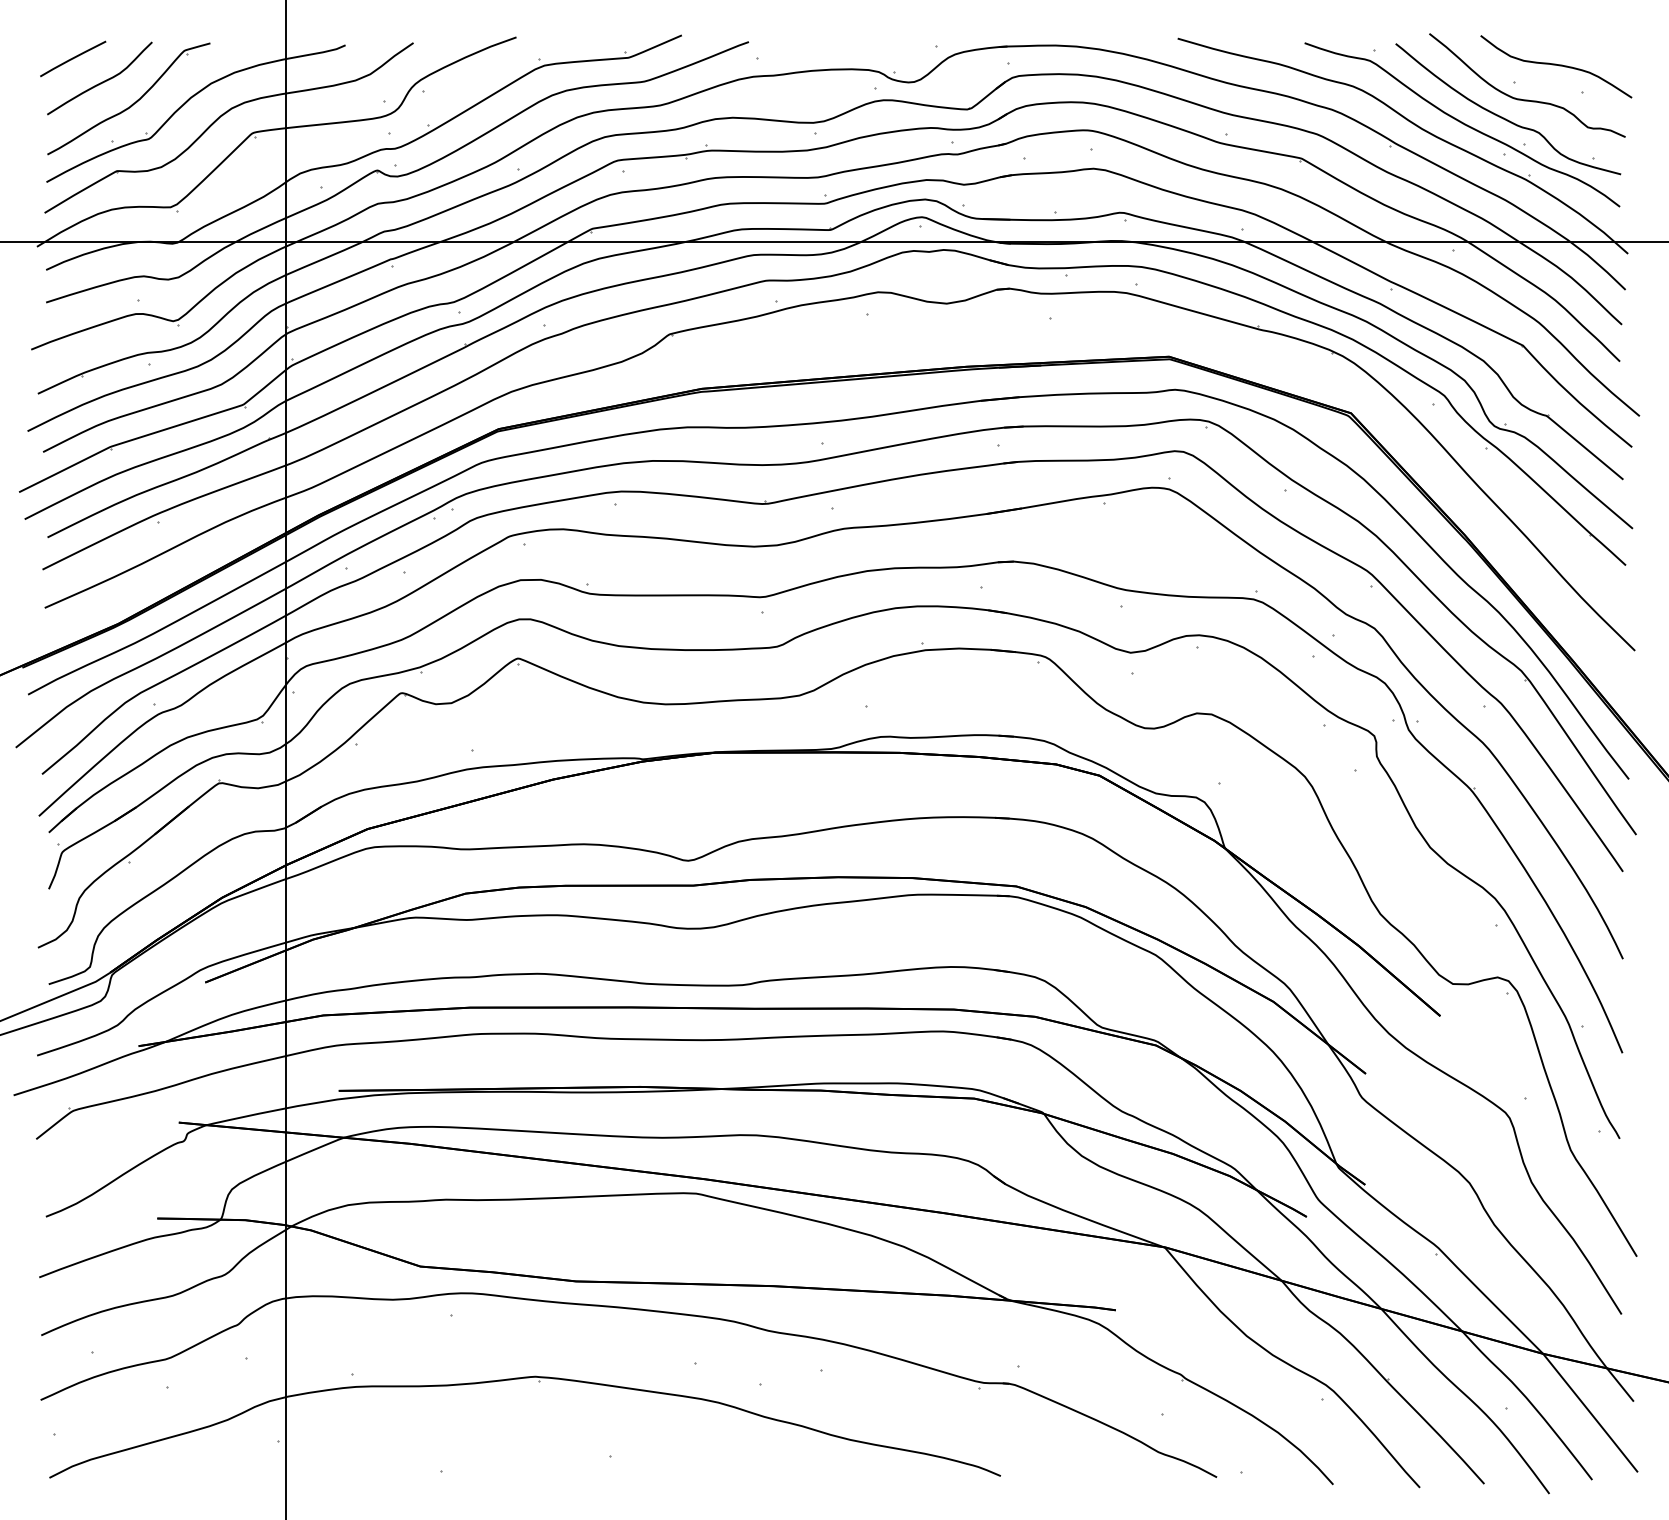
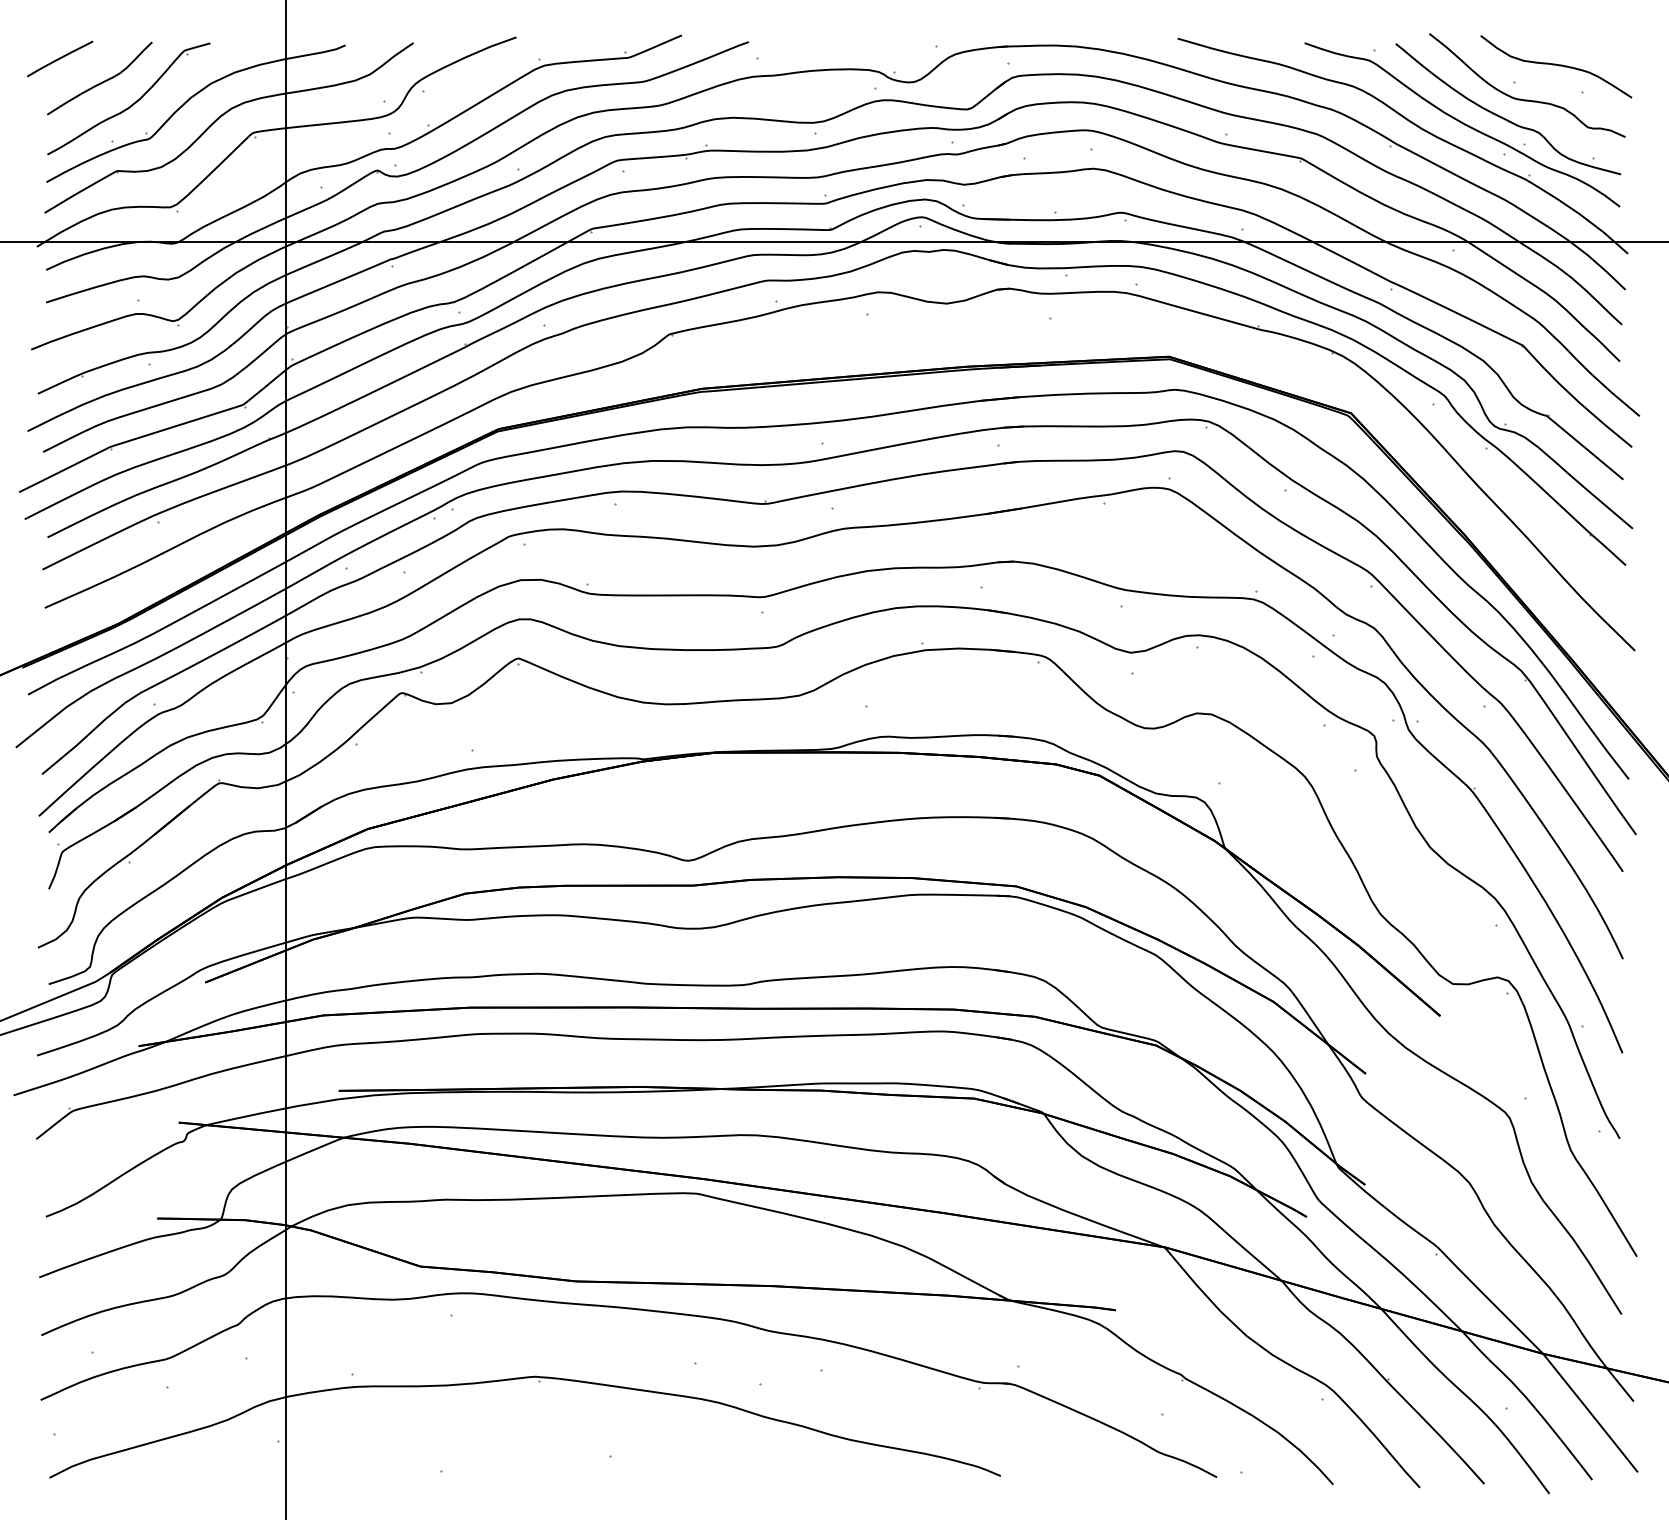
line at (73, 58) position: (73, 58) -> (60, 58)
